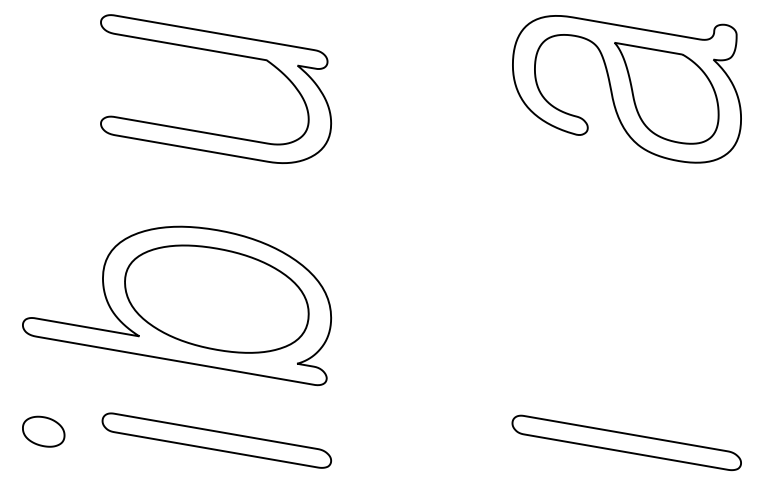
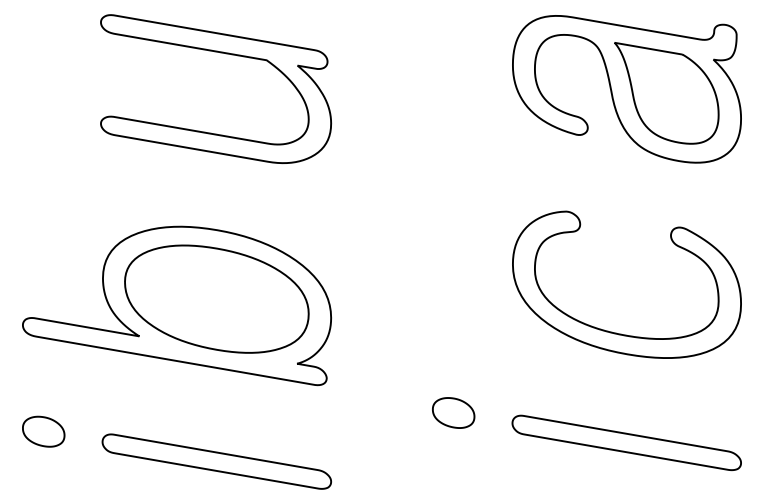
part at (616, 332): none -> present
part at (453, 412): none -> present
part at (216, 440) position: (216, 440) -> (216, 461)
